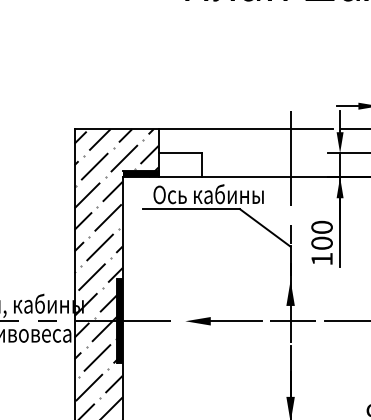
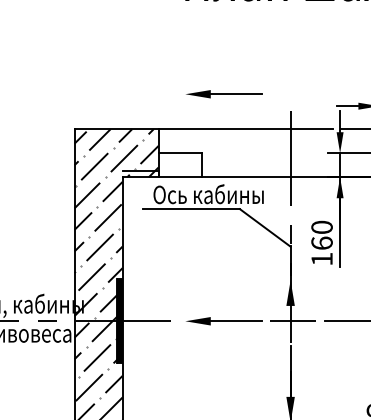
part at (224, 94): none -> present
fill at (140, 174): present -> none
text at (321, 242): 100 -> 160
